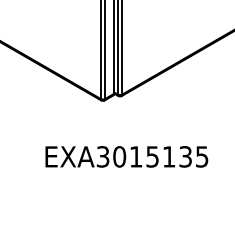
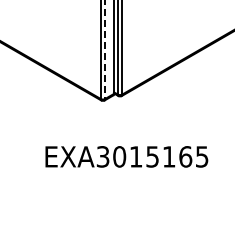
line at (105, 50): solid -> dashed
text at (185, 156): EXA3015135 -> EXA3015165
